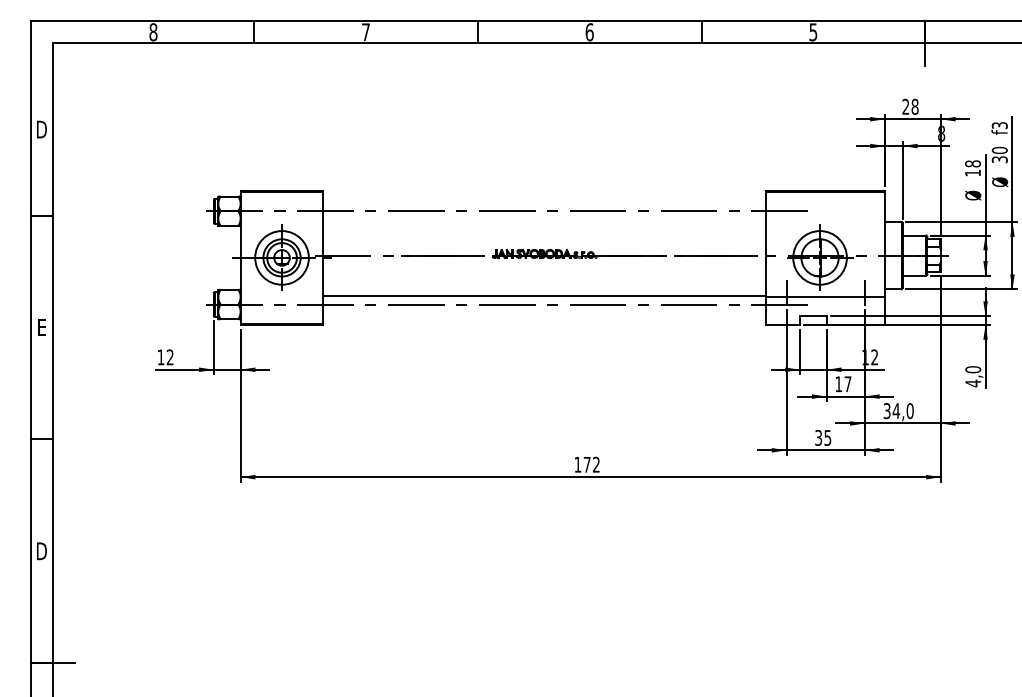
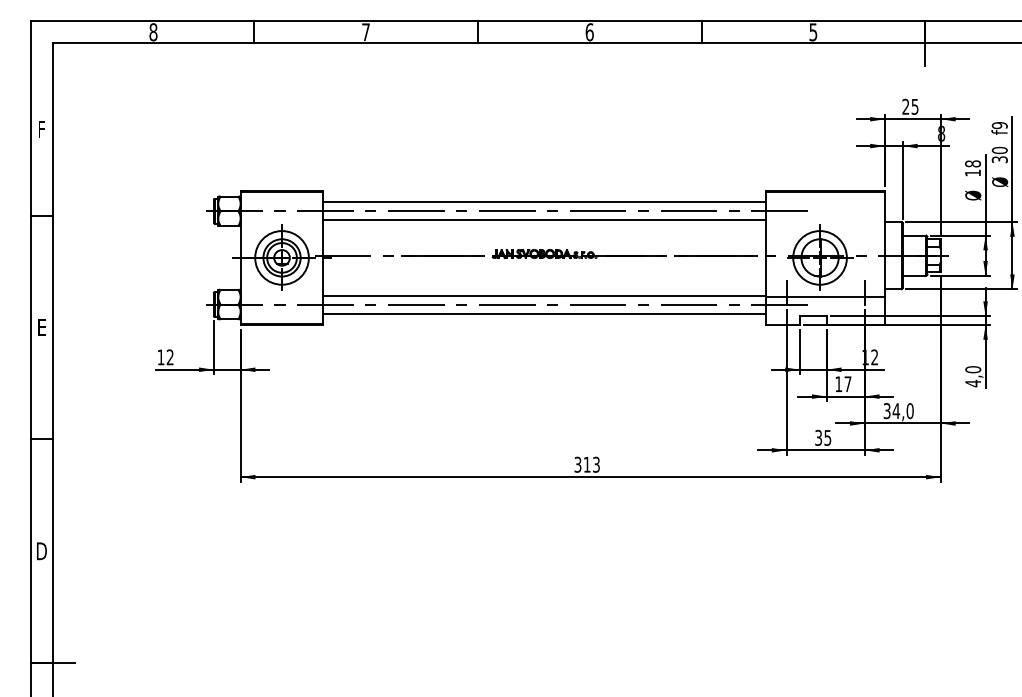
text at (914, 106): 28 -> 25
text at (999, 125): f3 -> f9
text at (41, 129): D -> F
line at (544, 202): none -> present
line at (544, 220): none -> present
line at (544, 313): none -> present
text at (586, 464): 172 -> 313
